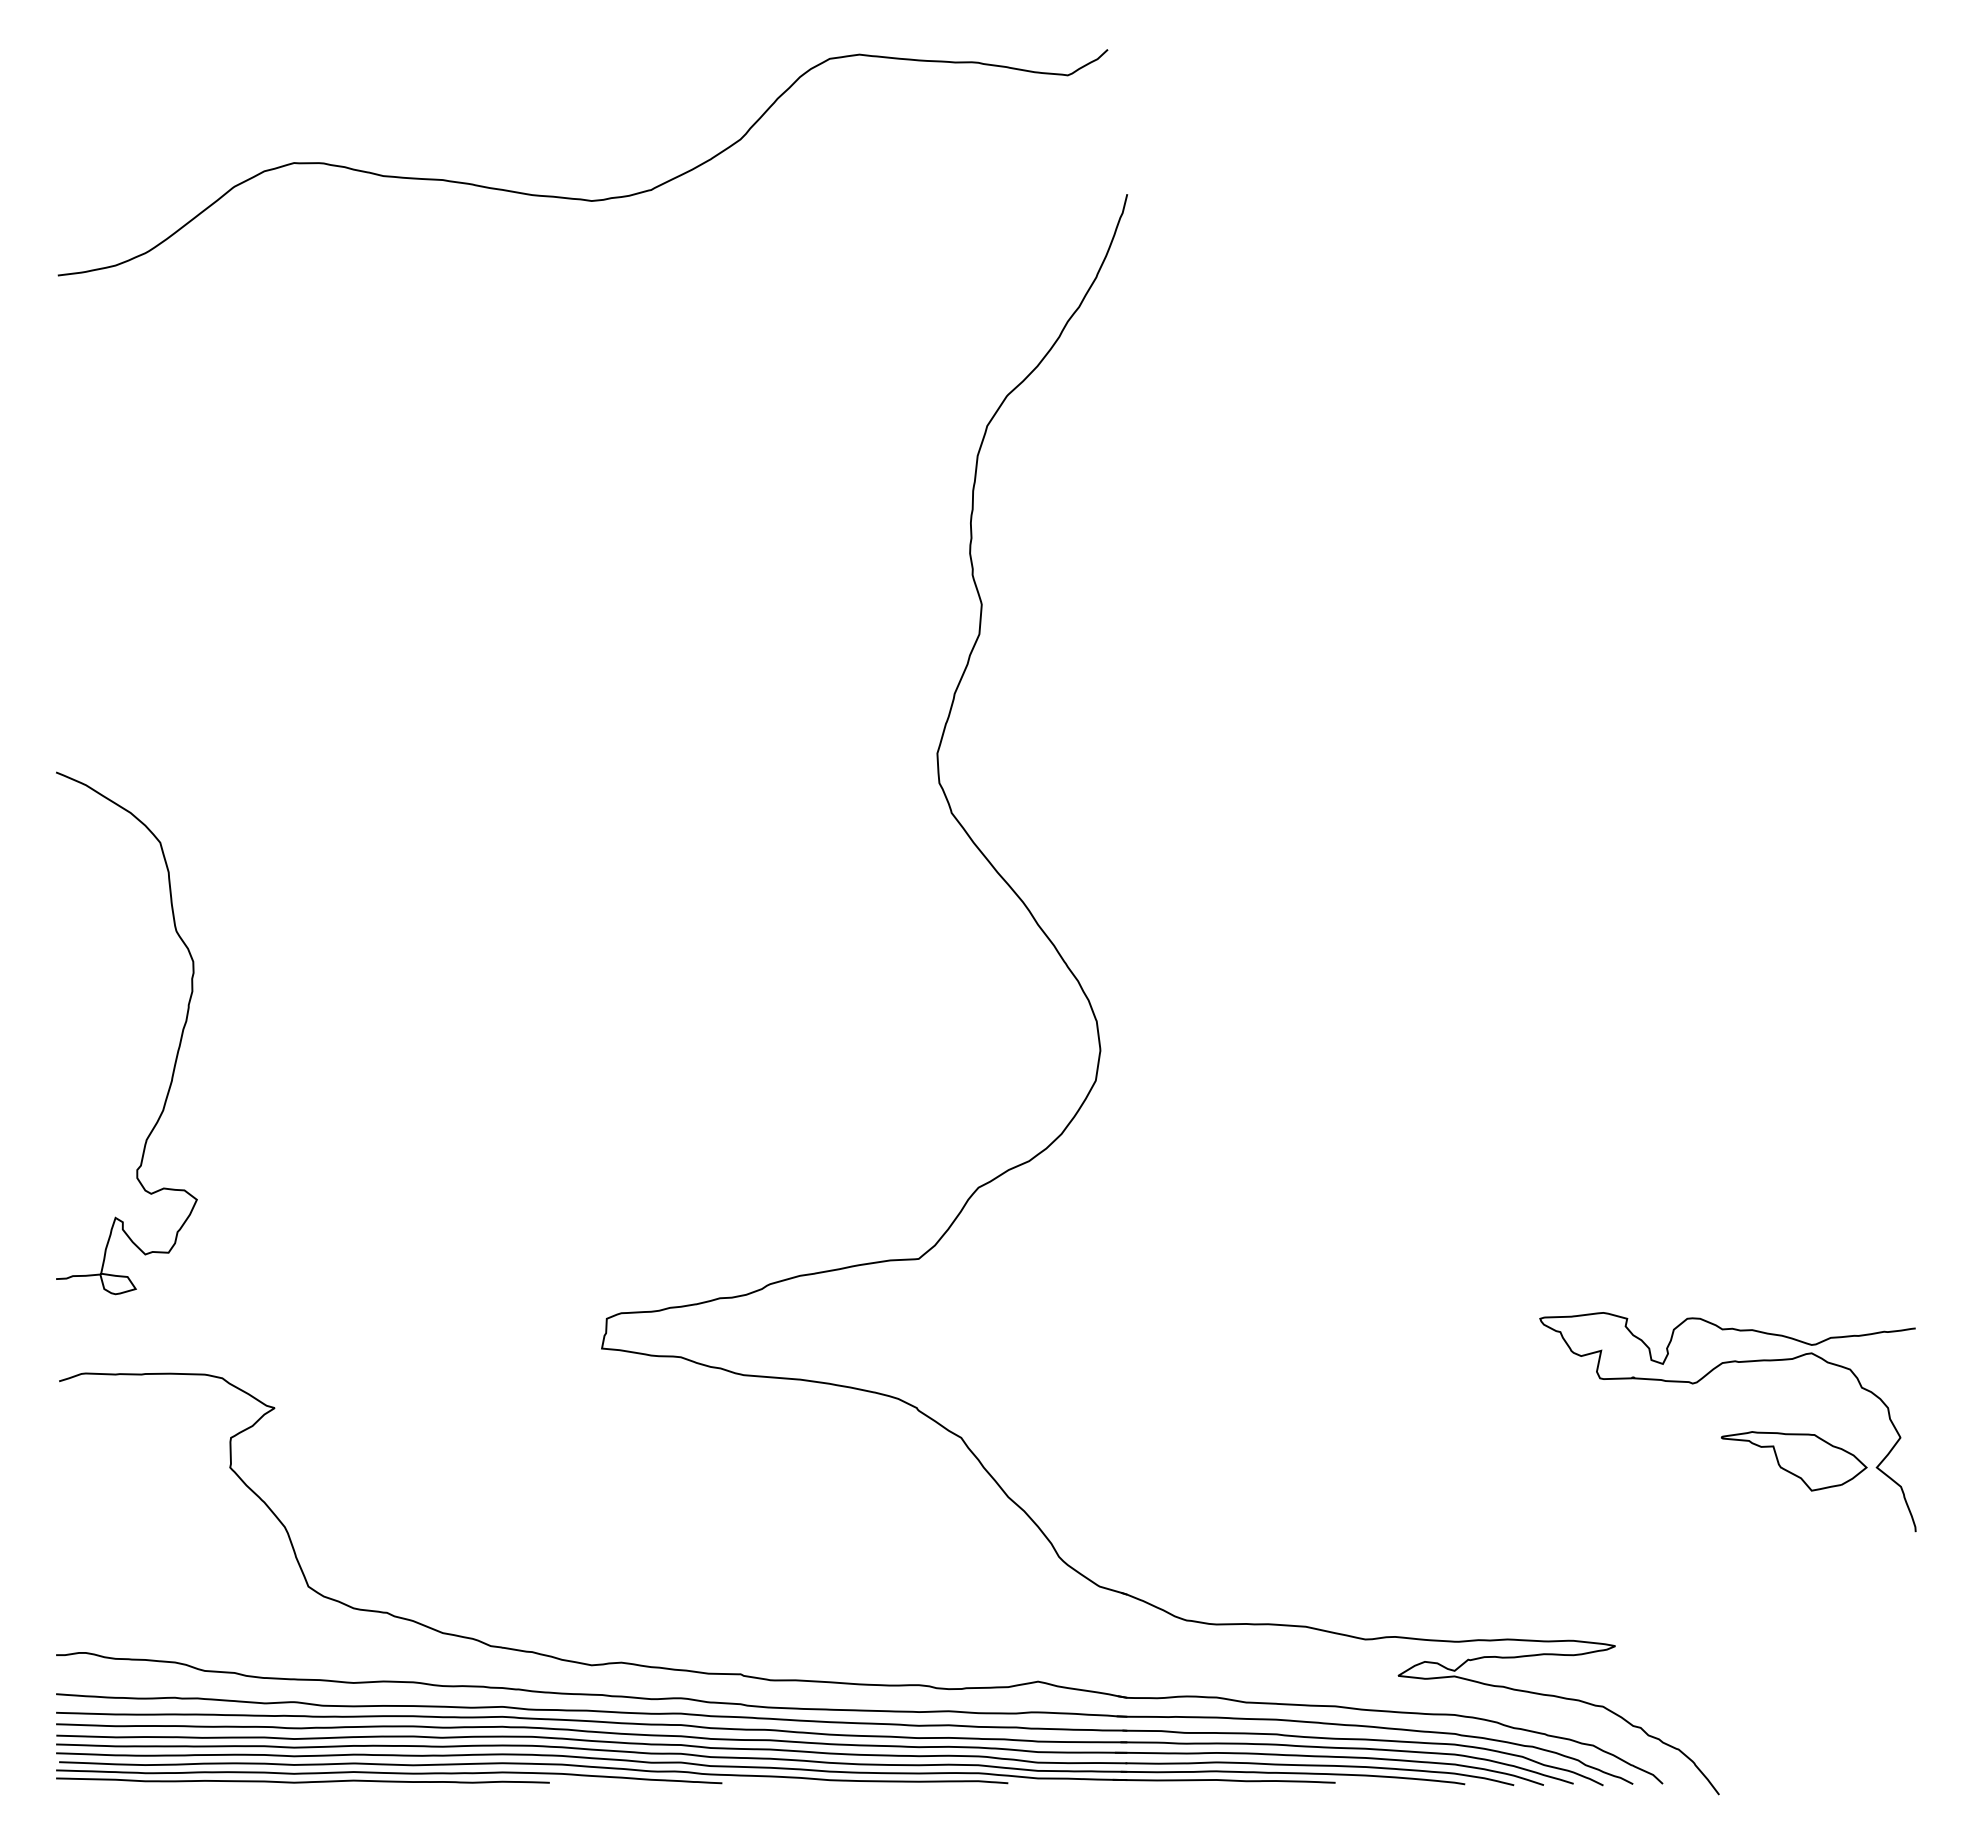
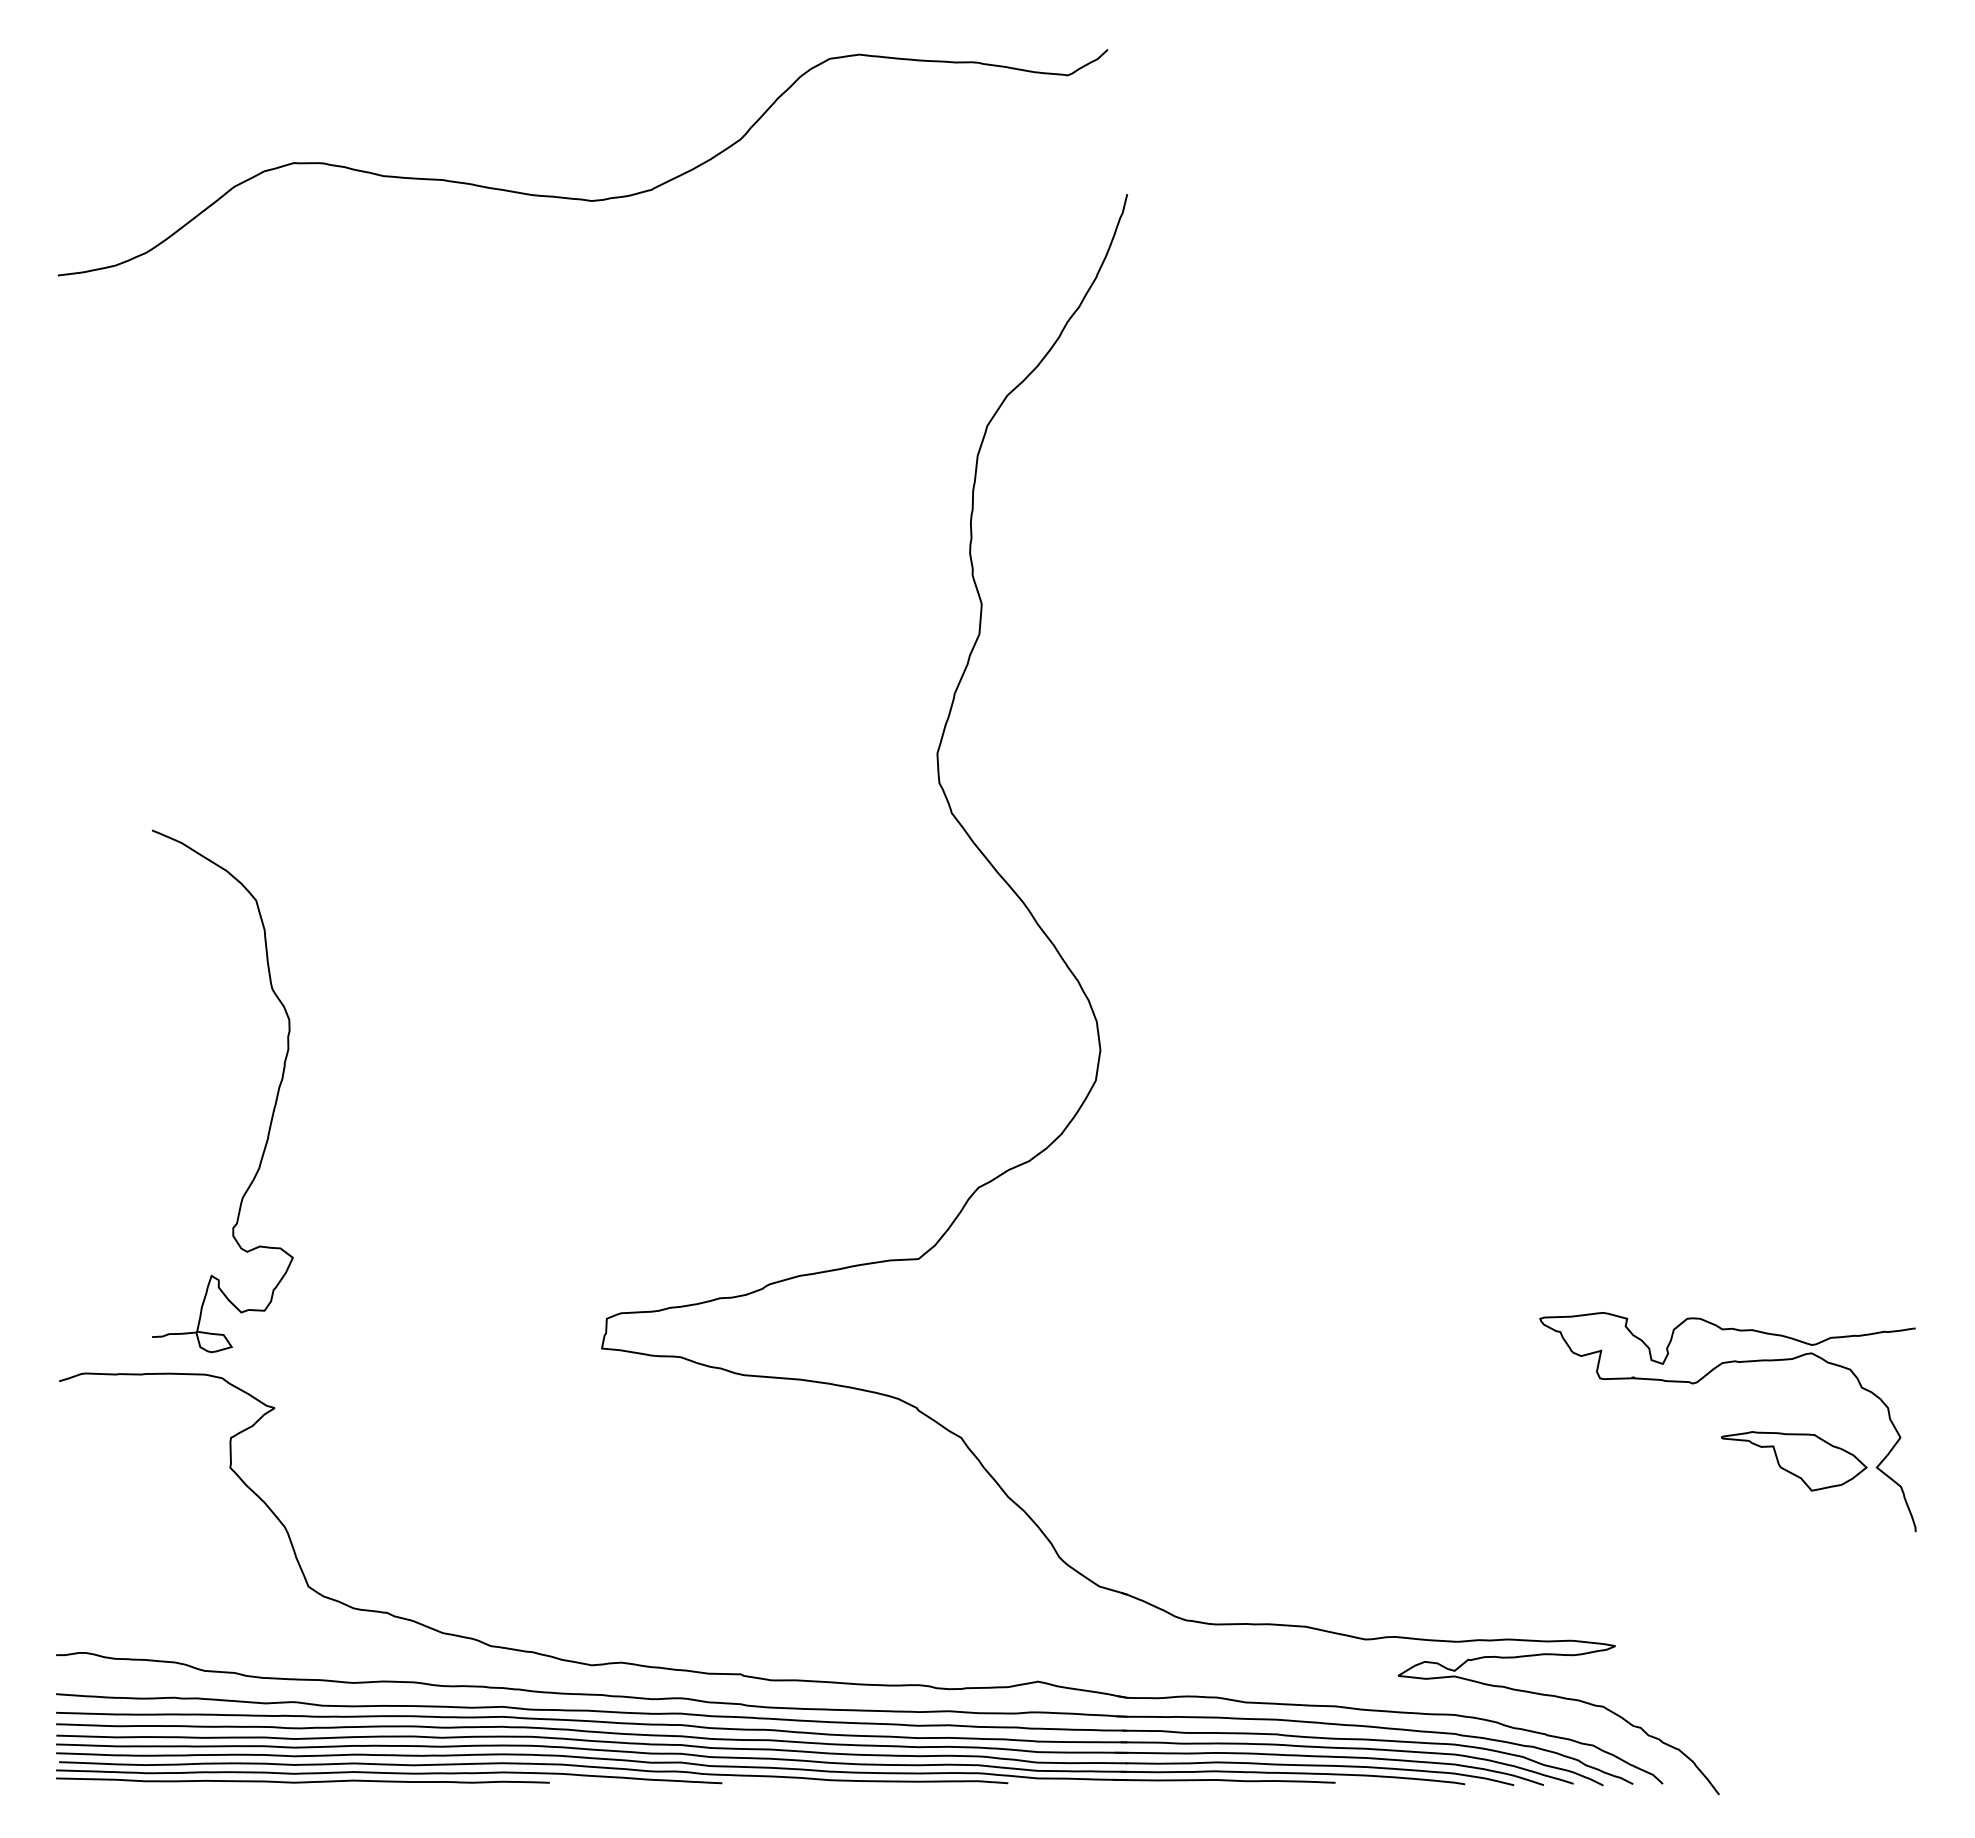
curve at (177, 1049) position: (177, 1049) -> (273, 1107)
